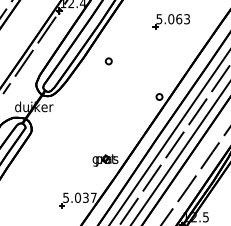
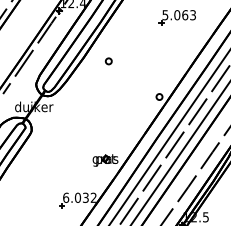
part at (170, 21) position: (170, 21) -> (176, 17)
text at (79, 197): 5.037 -> 6.032
